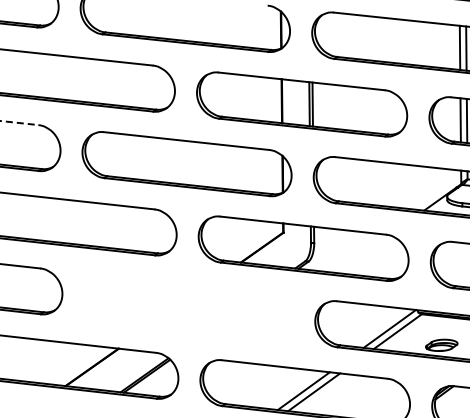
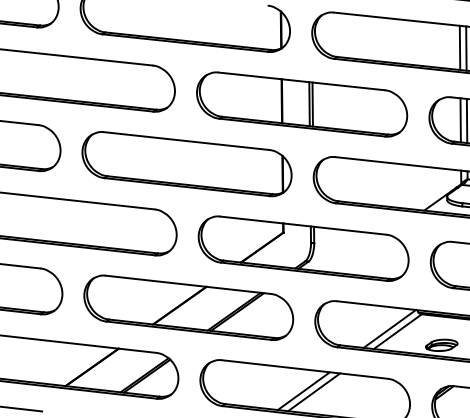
line at (19, 123): dashed -> solid
part at (188, 307): none -> present
line at (22, 408): none -> present
